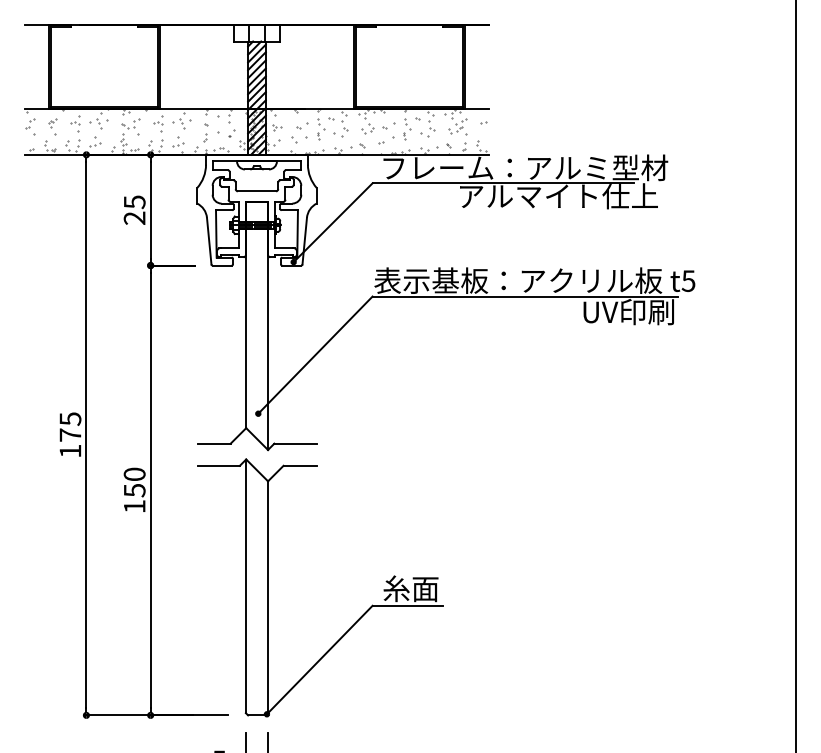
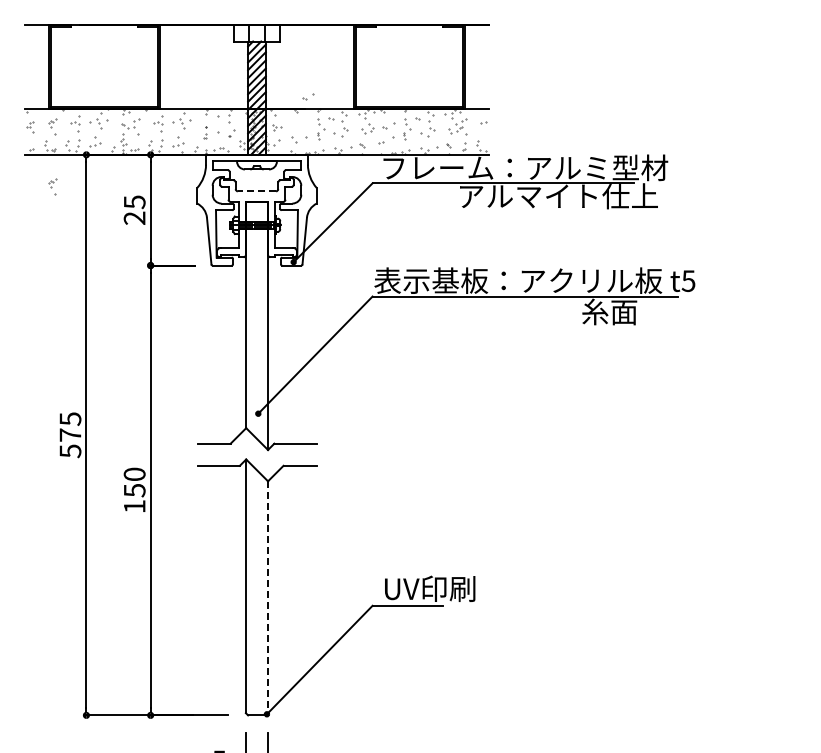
part at (302, 125) position: (302, 125) -> (308, 96)
part at (30, 126) size: 11x18 px -> 9x13 px
part at (205, 132) size: 6x20 px -> 5x14 px
part at (52, 186): none -> present
line at (256, 191): solid -> dashed
text at (628, 311): UV印刷 -> 糸面
line at (796, 375): present -> none
text at (70, 451): 175 -> 575
text at (429, 588): 糸面 -> UV印刷
line at (268, 597): solid -> dashed
